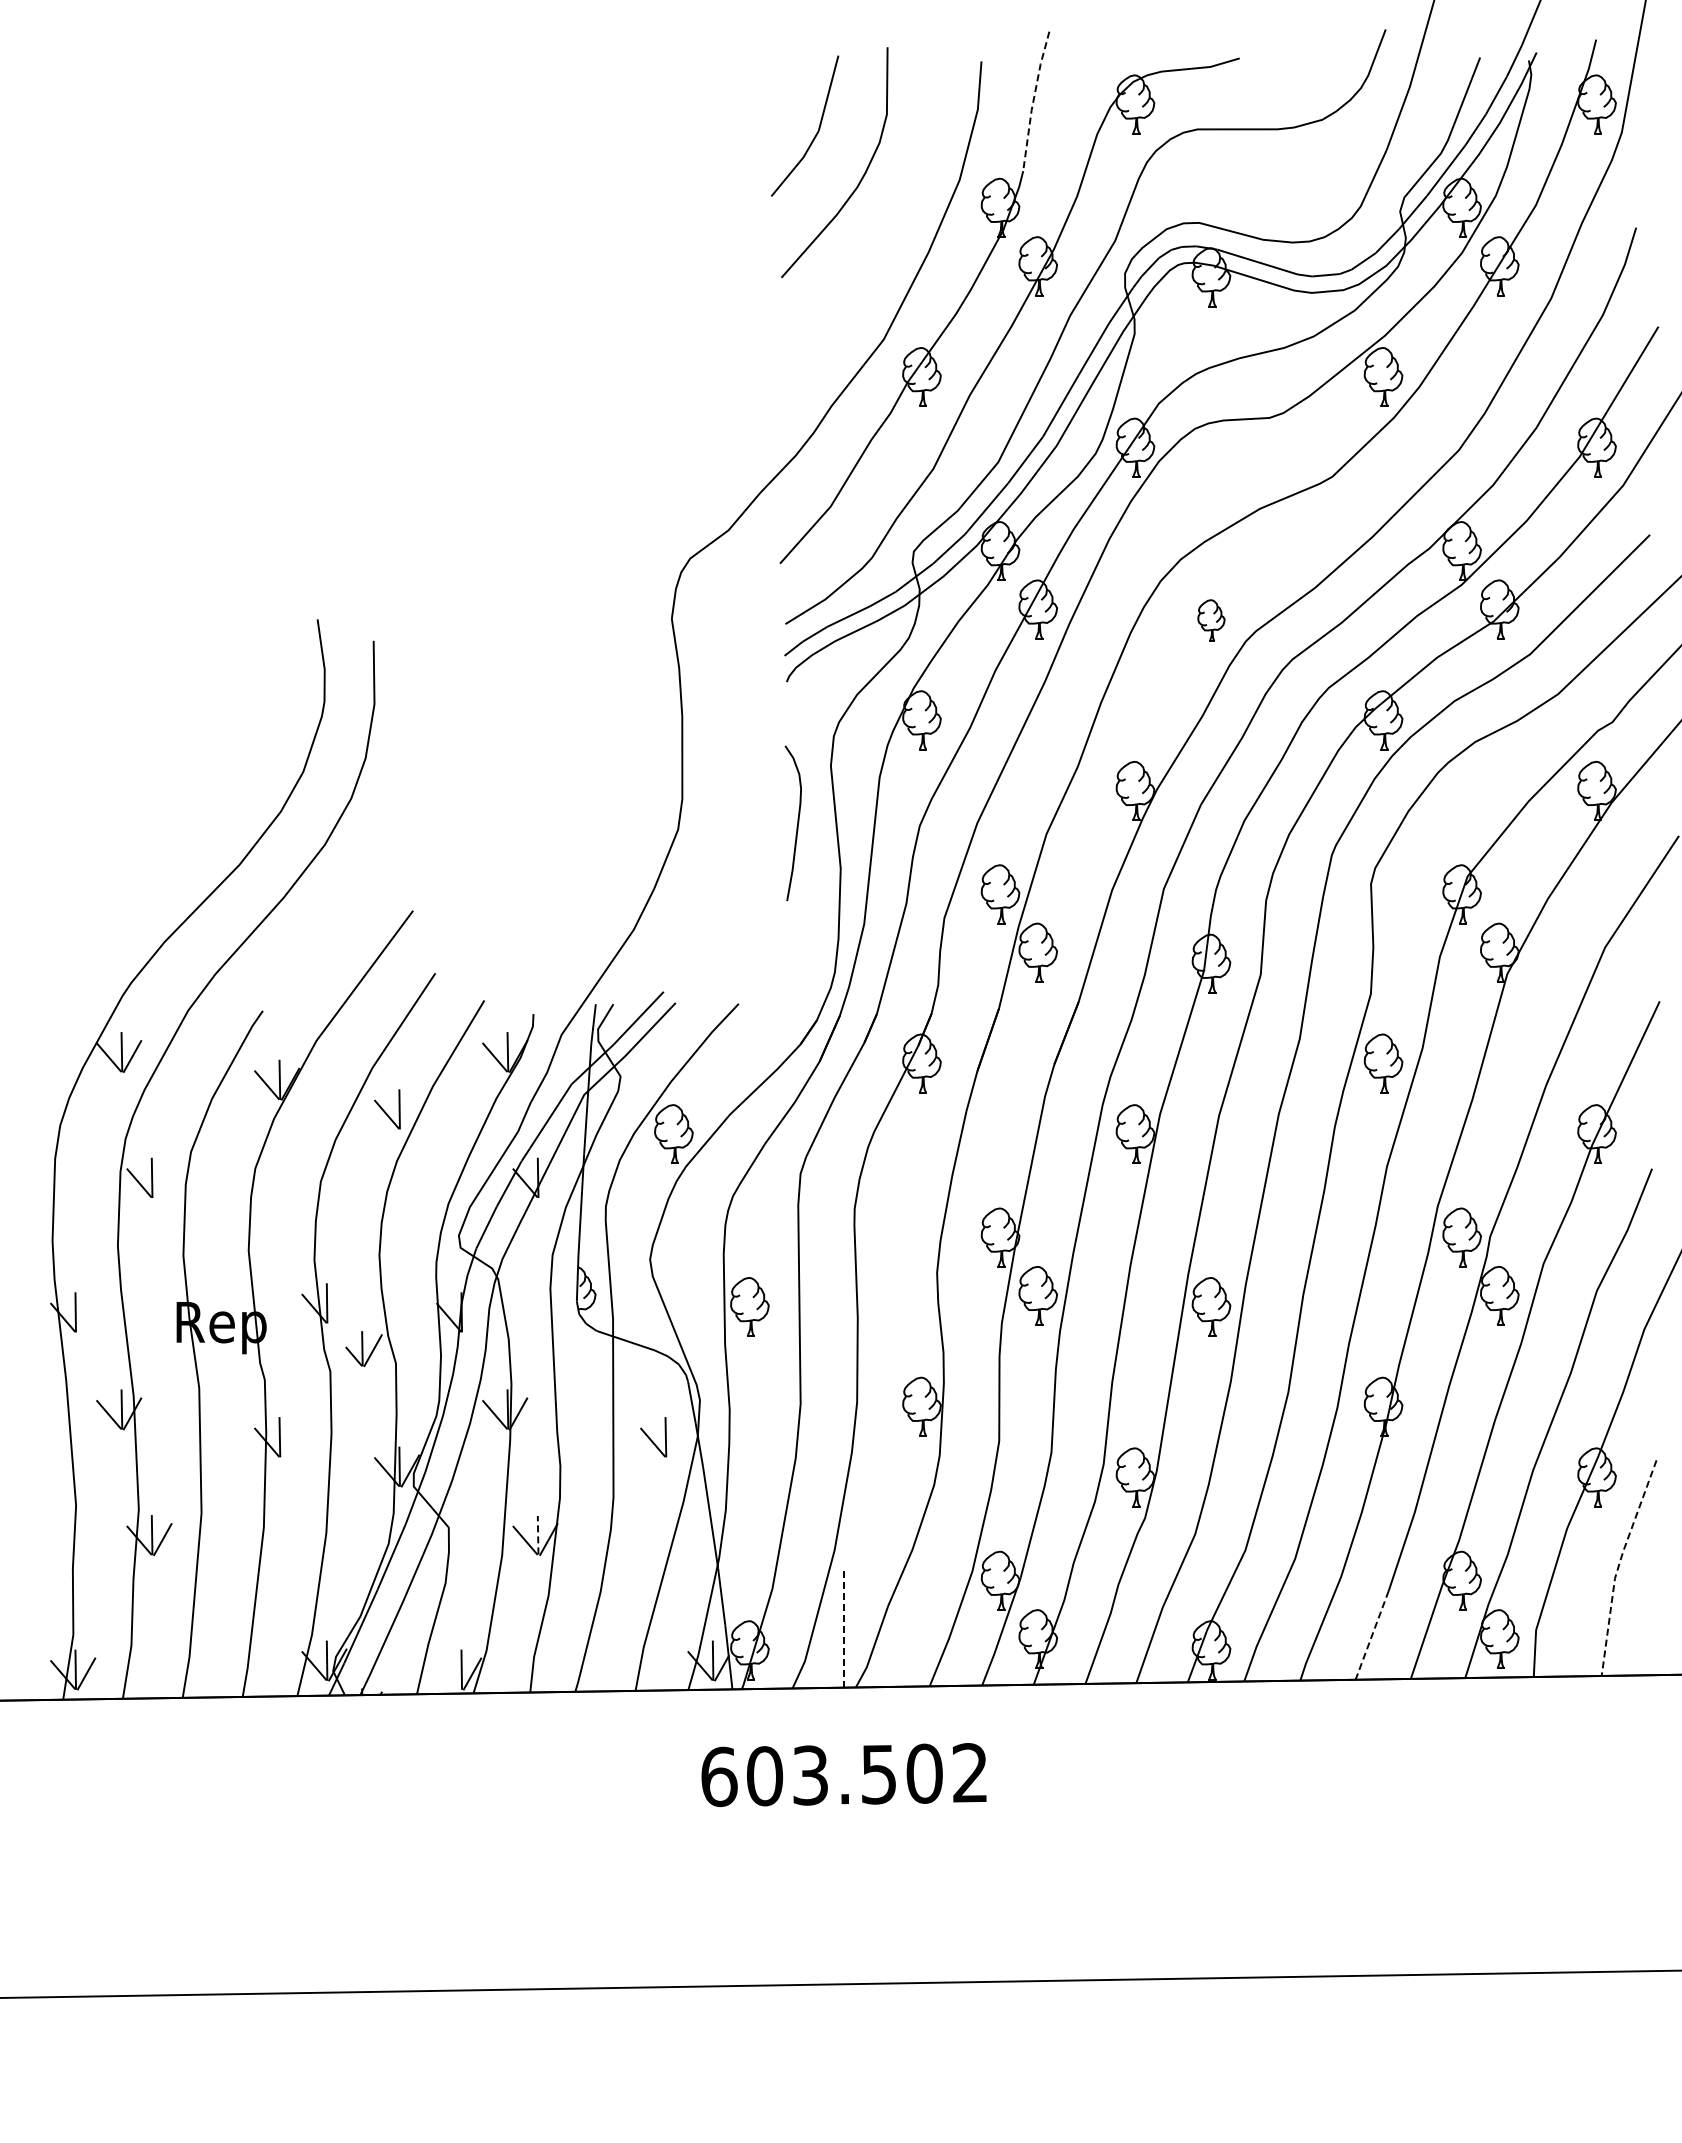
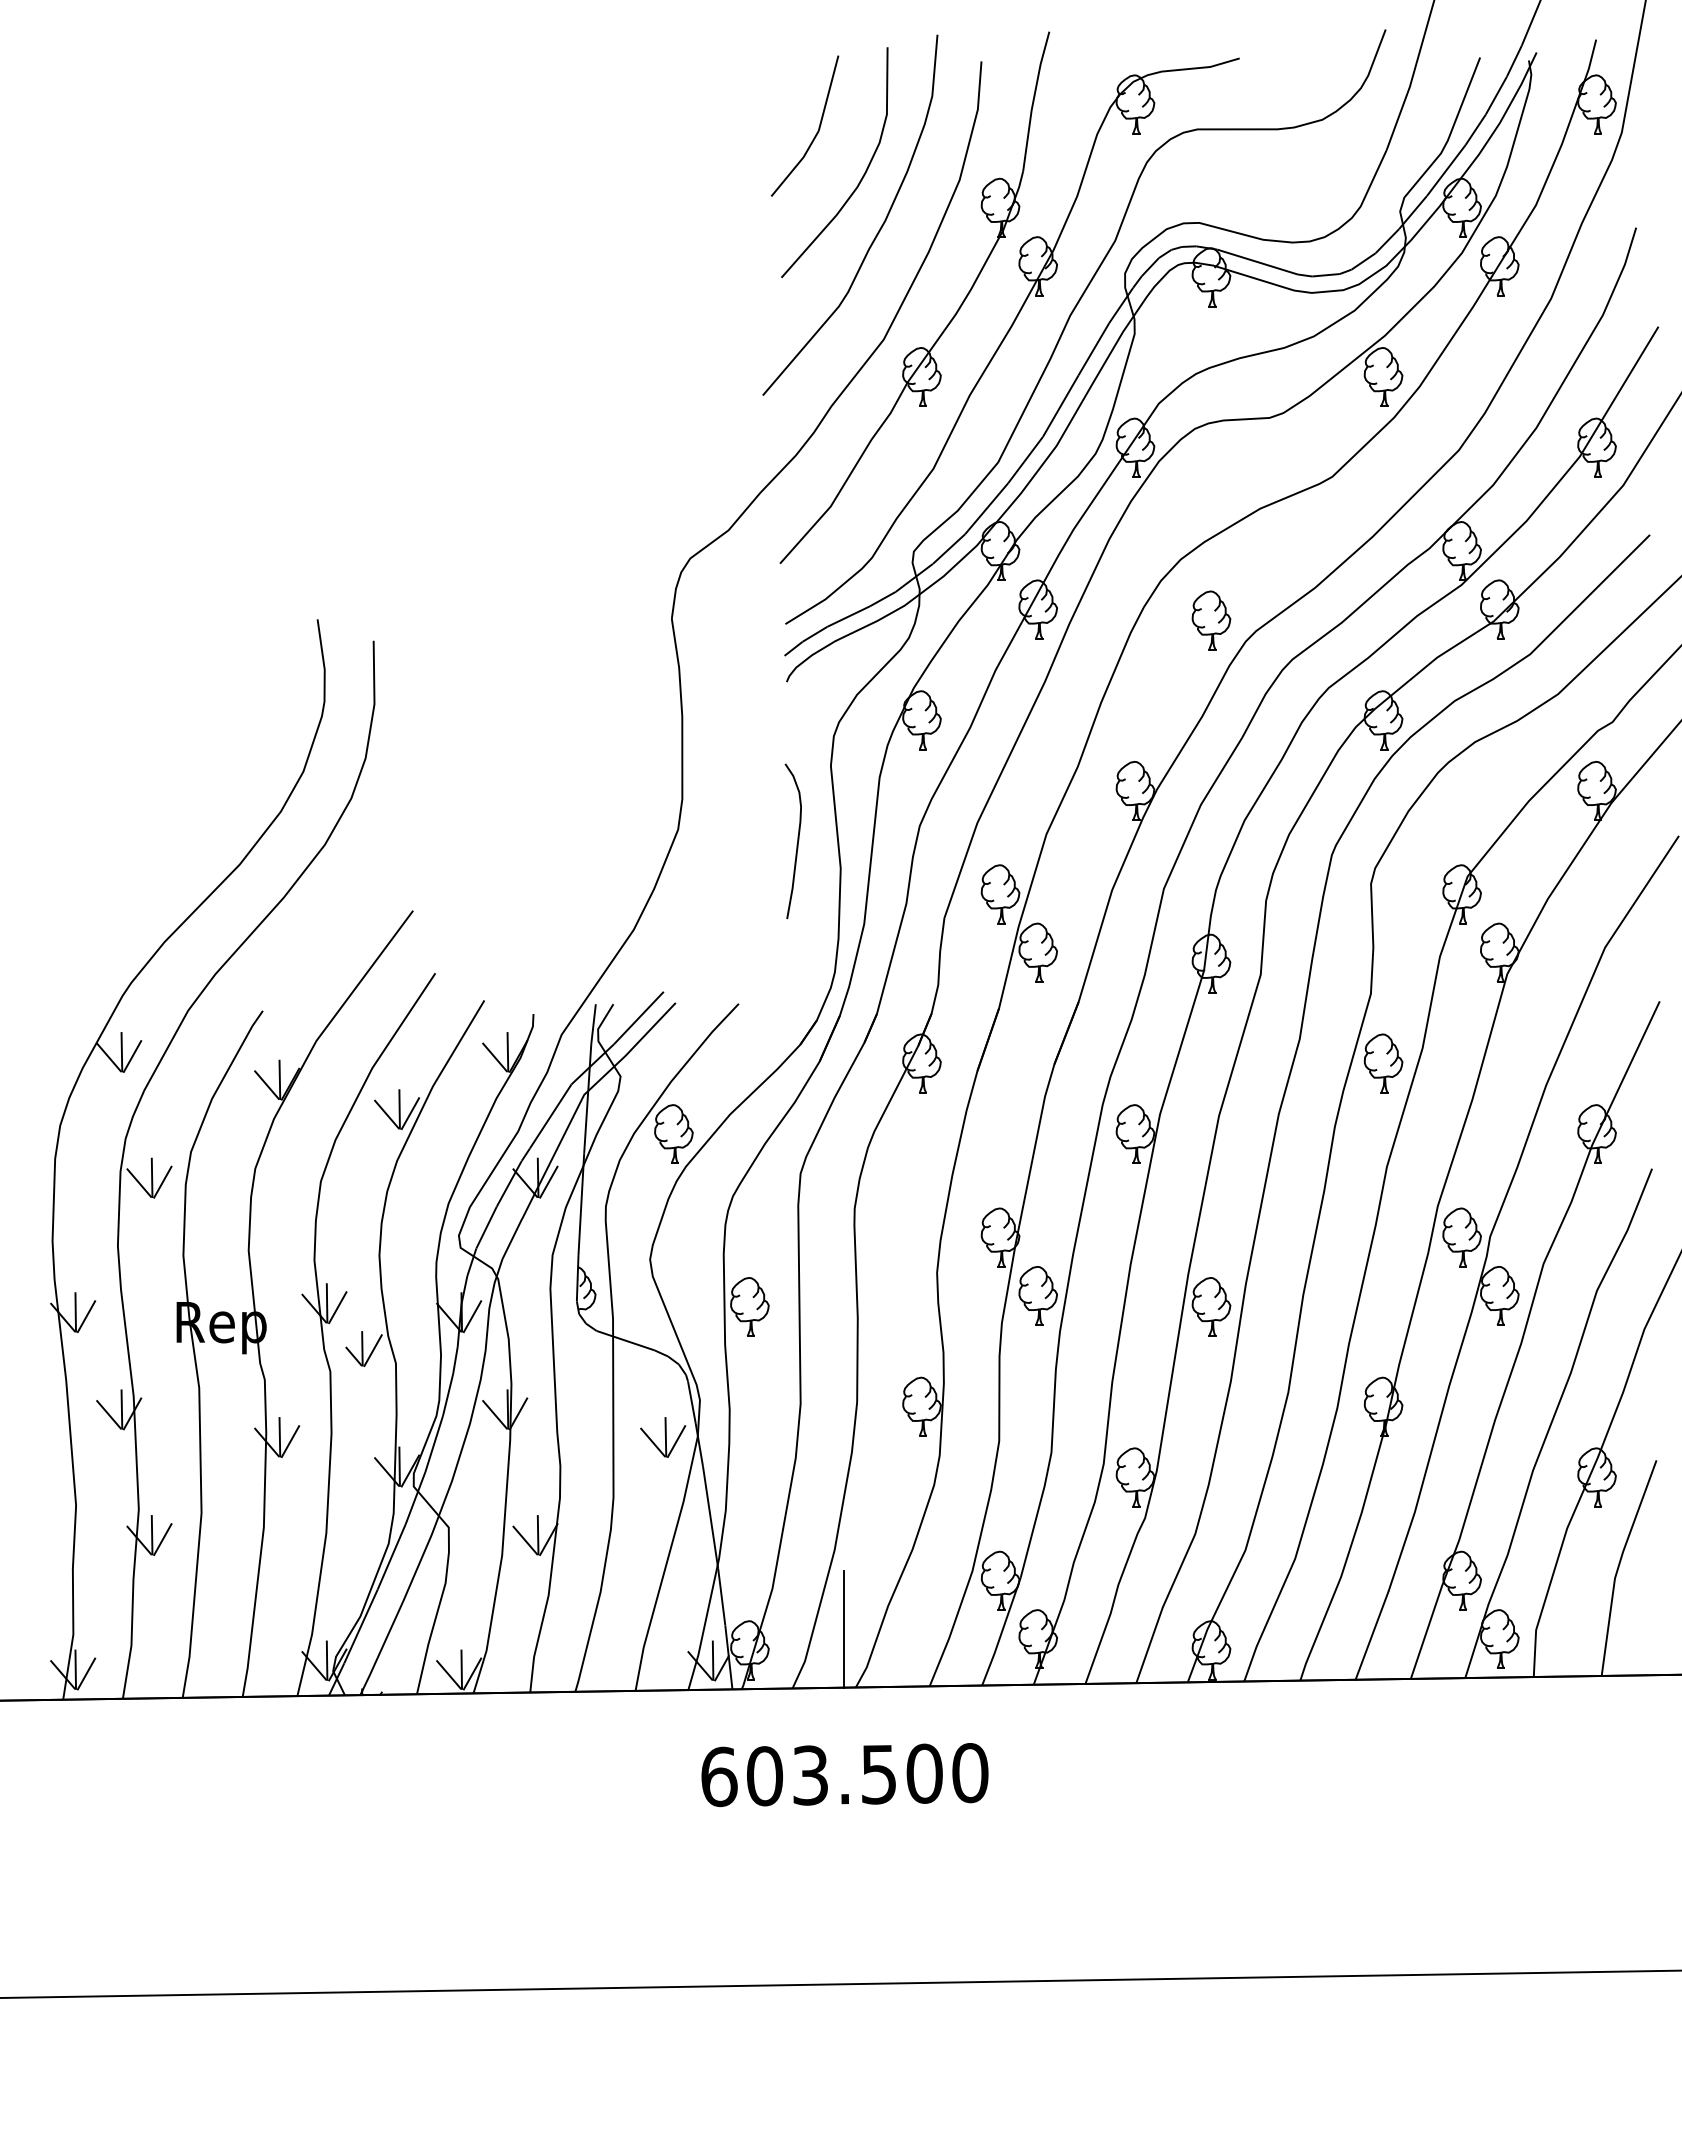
line at (1033, 101): dashed -> solid
curve at (879, 228): none -> present
part at (1211, 620) size: 29x43 px -> 41x61 px
curve at (797, 823) position: (797, 823) -> (797, 841)
line at (410, 1113): none -> present
line at (162, 1181): none -> present
line at (548, 1181): none -> present
line at (337, 1307): none -> present
line at (86, 1316): none -> present
line at (472, 1316): none -> present
line at (290, 1441): none -> present
line at (676, 1441): none -> present
line at (538, 1534): dashed -> solid
line at (1618, 1566): dashed -> solid
line at (844, 1628): dashed -> solid
line at (1371, 1635): dashed -> solid
line at (448, 1674): none -> present
text at (970, 1773): 603.502 -> 603.500
